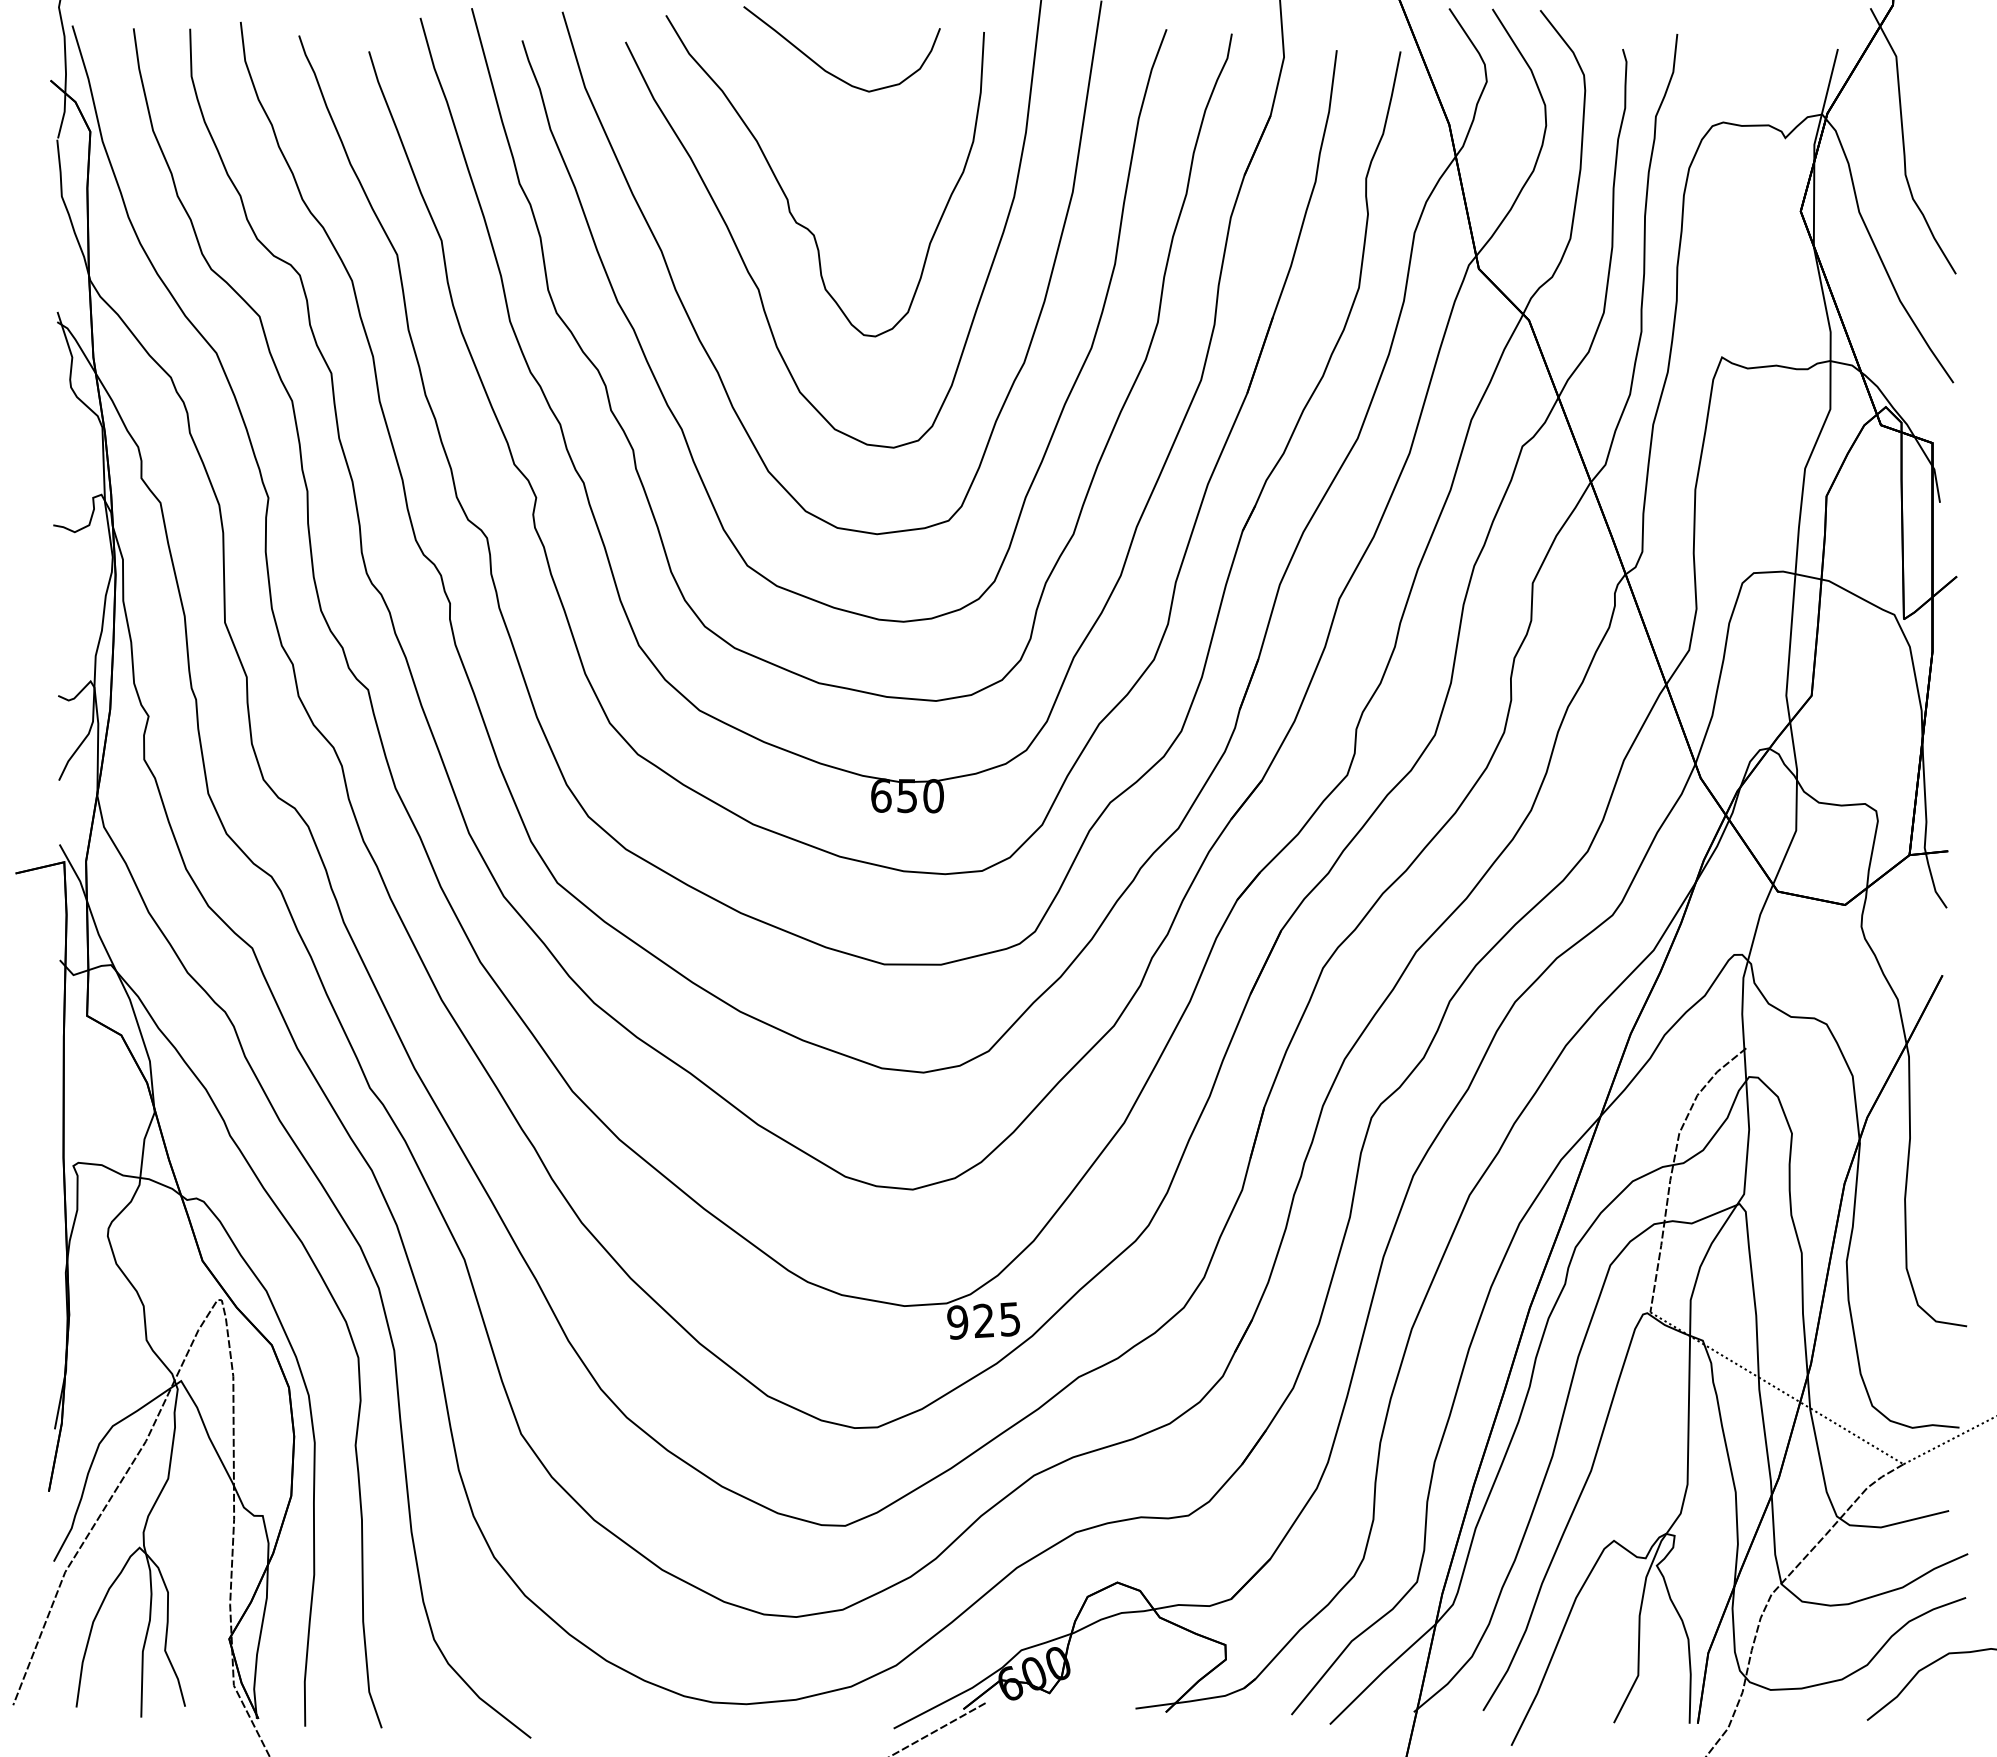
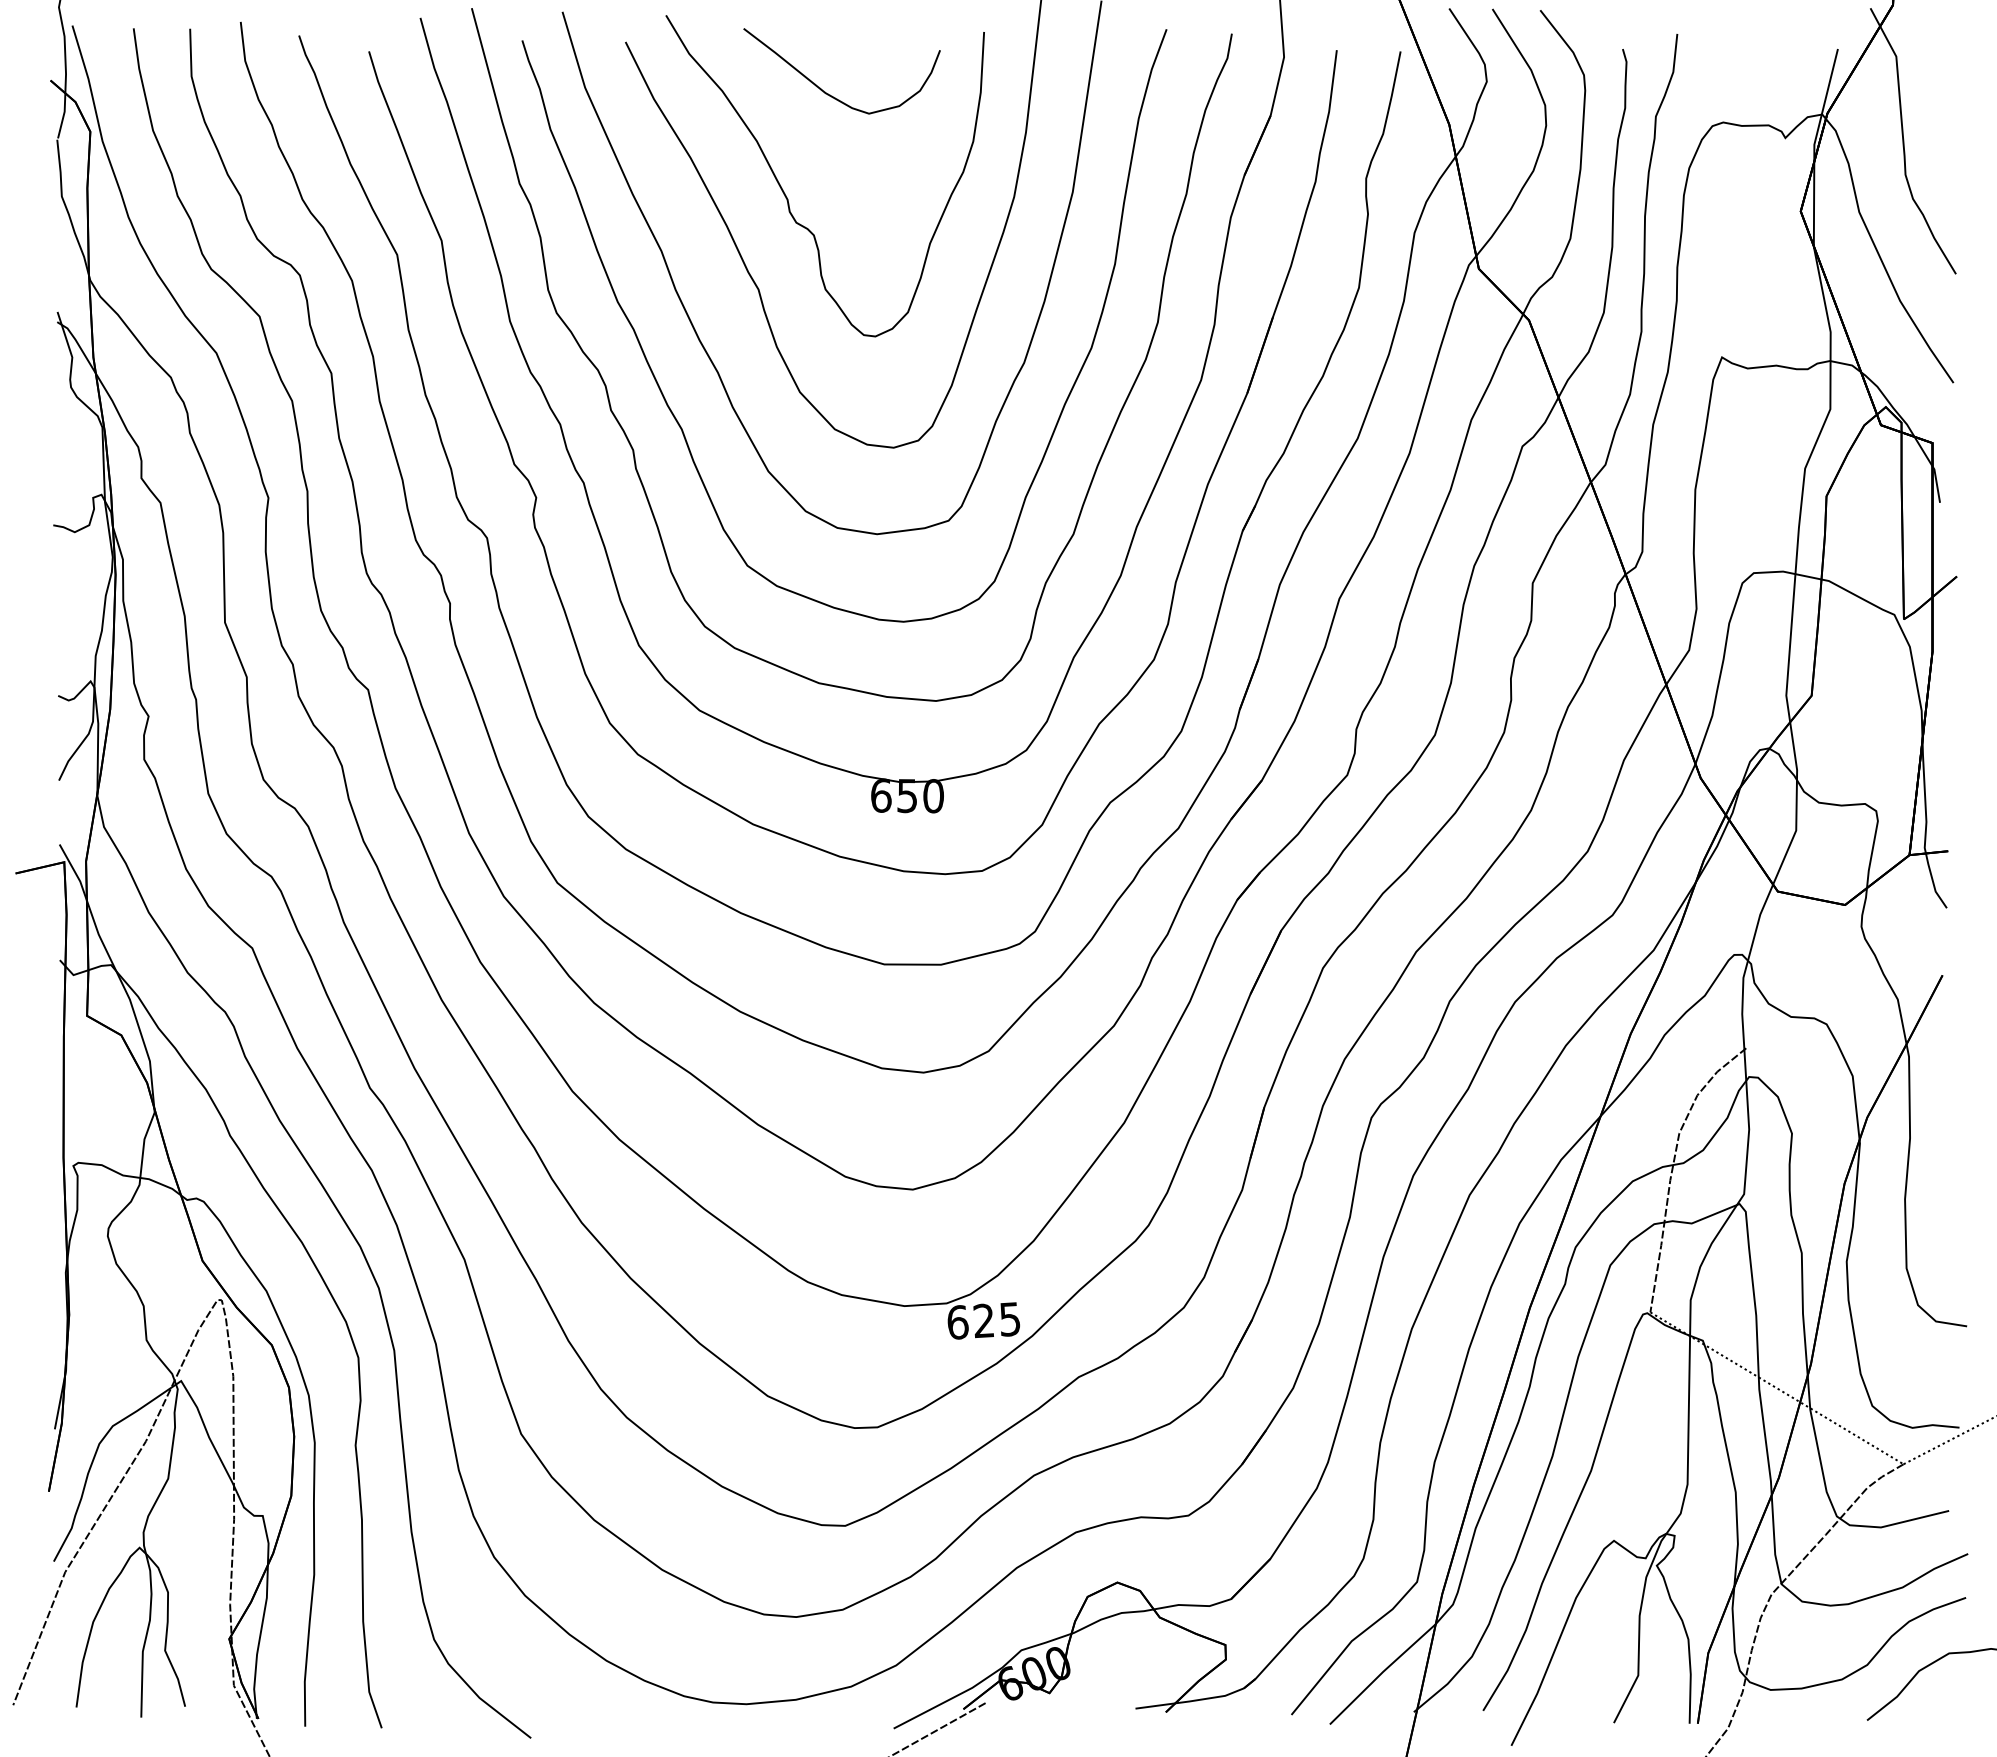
curve at (830, 72) position: (830, 72) -> (830, 94)
text at (957, 1322): 925 -> 625
